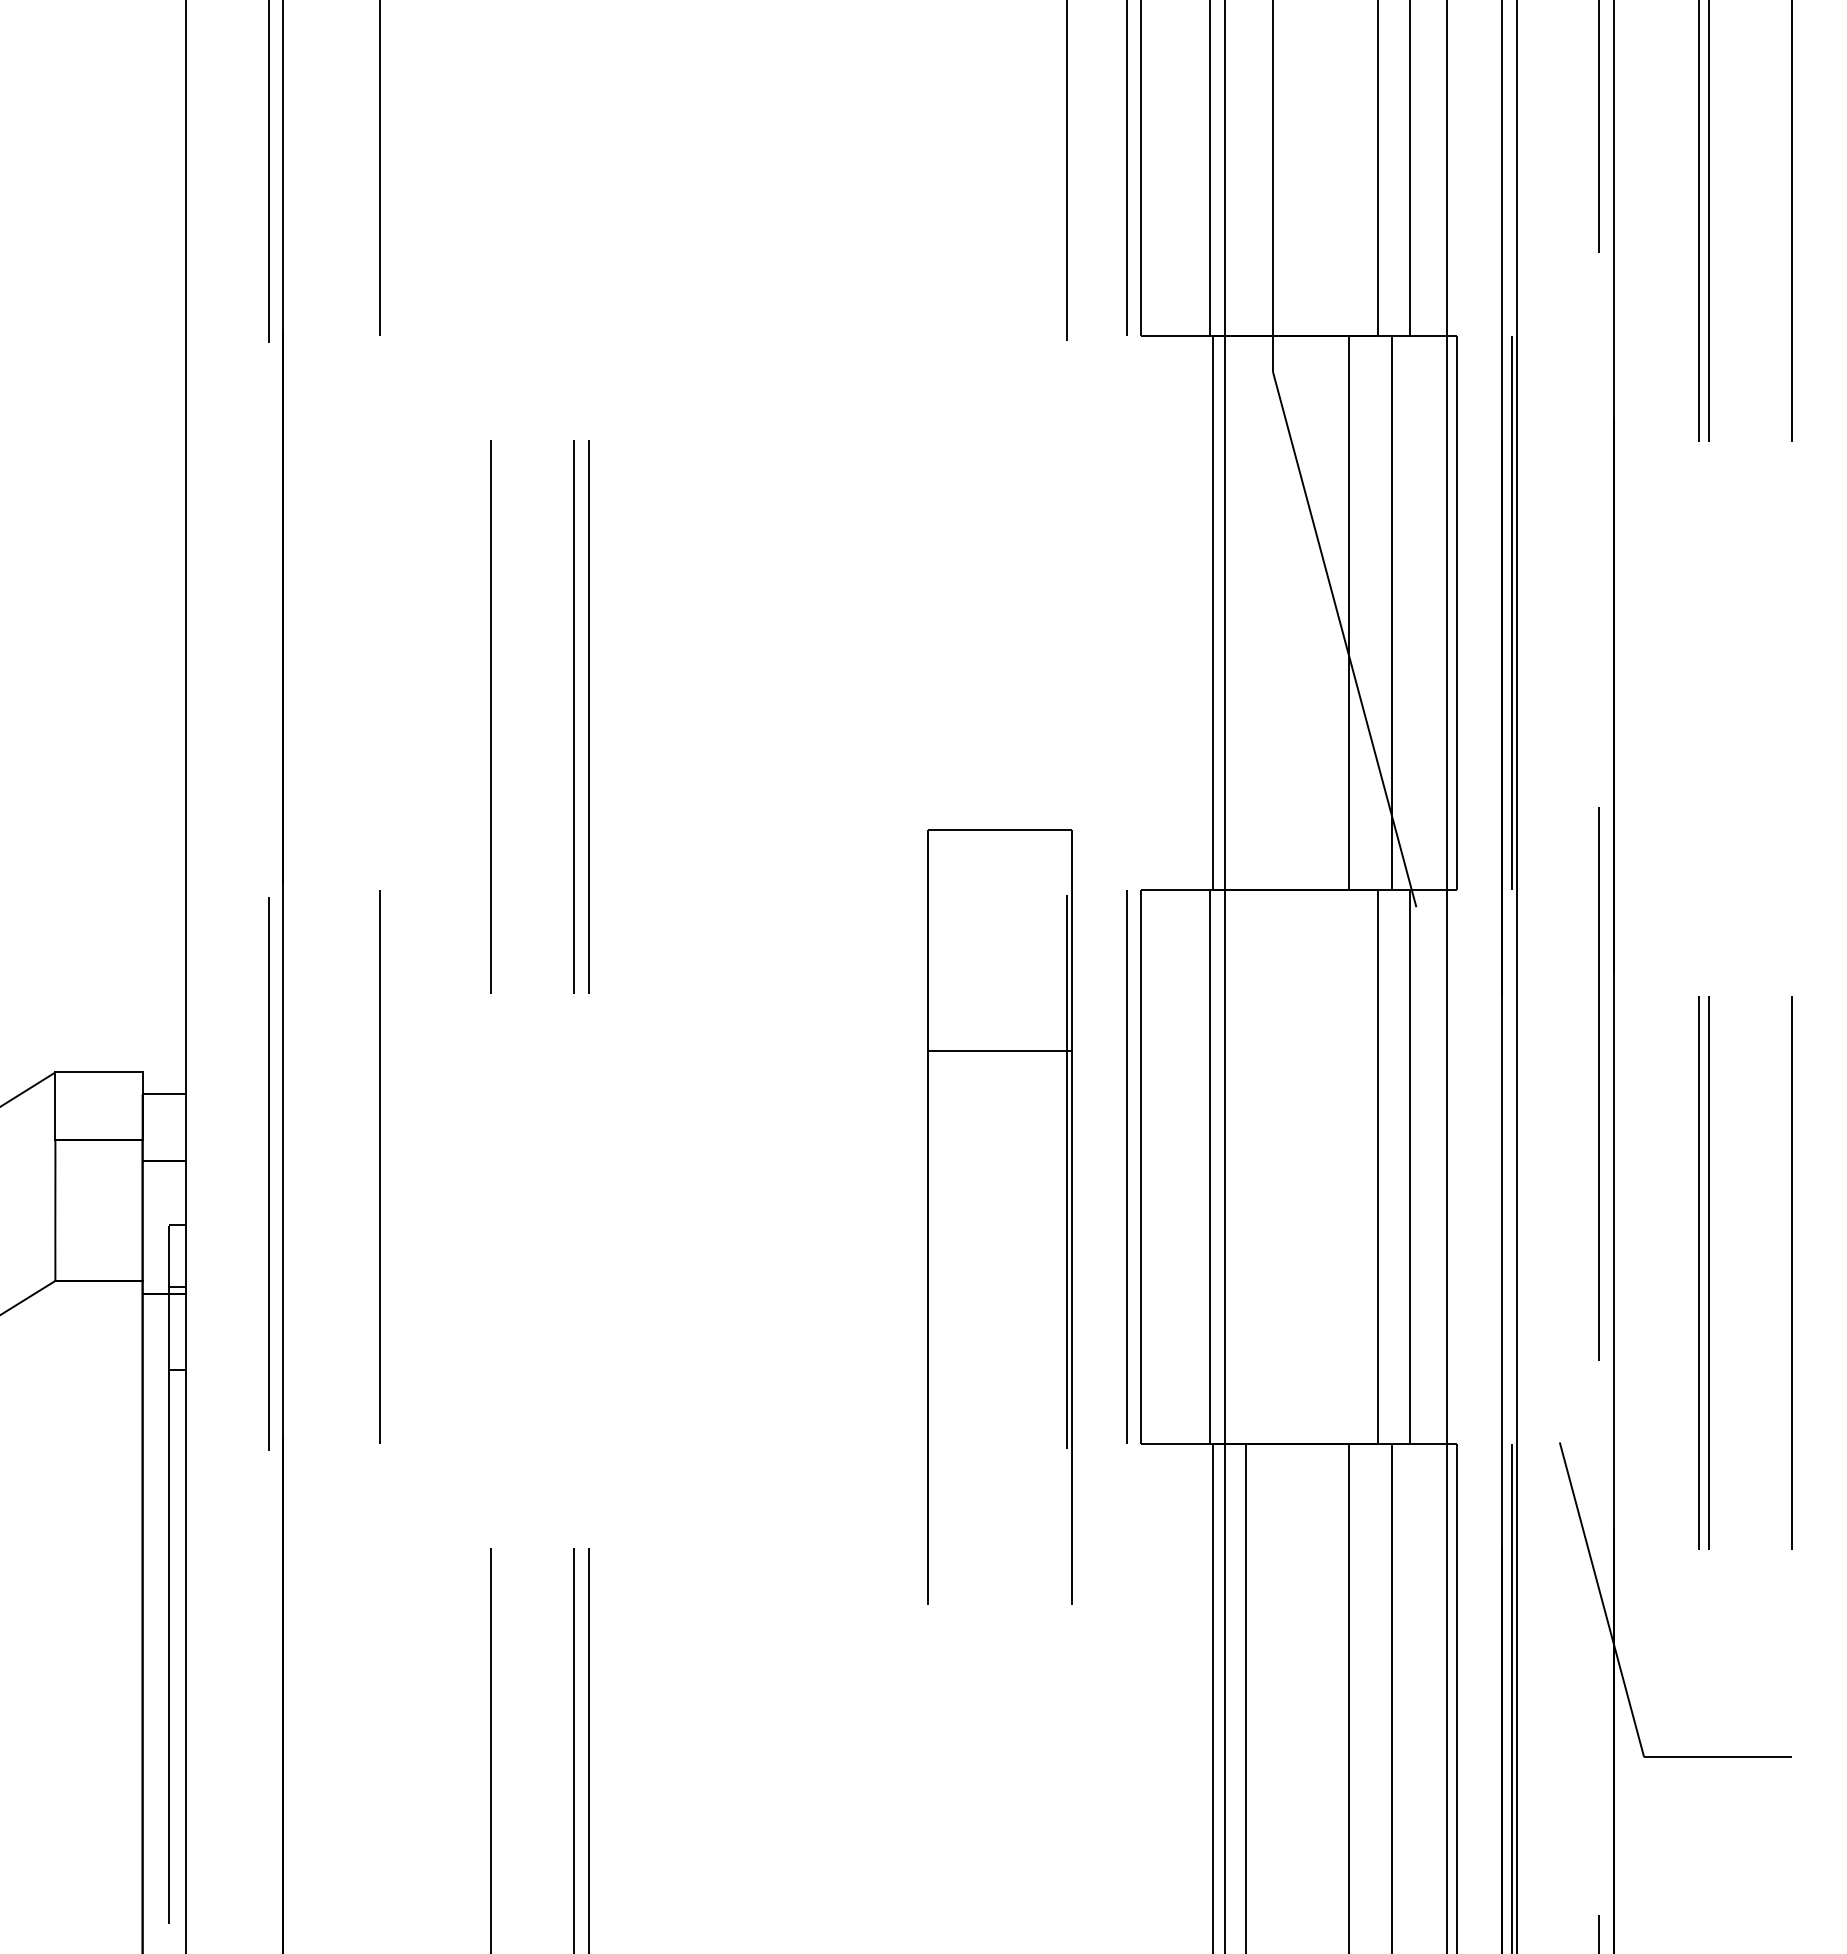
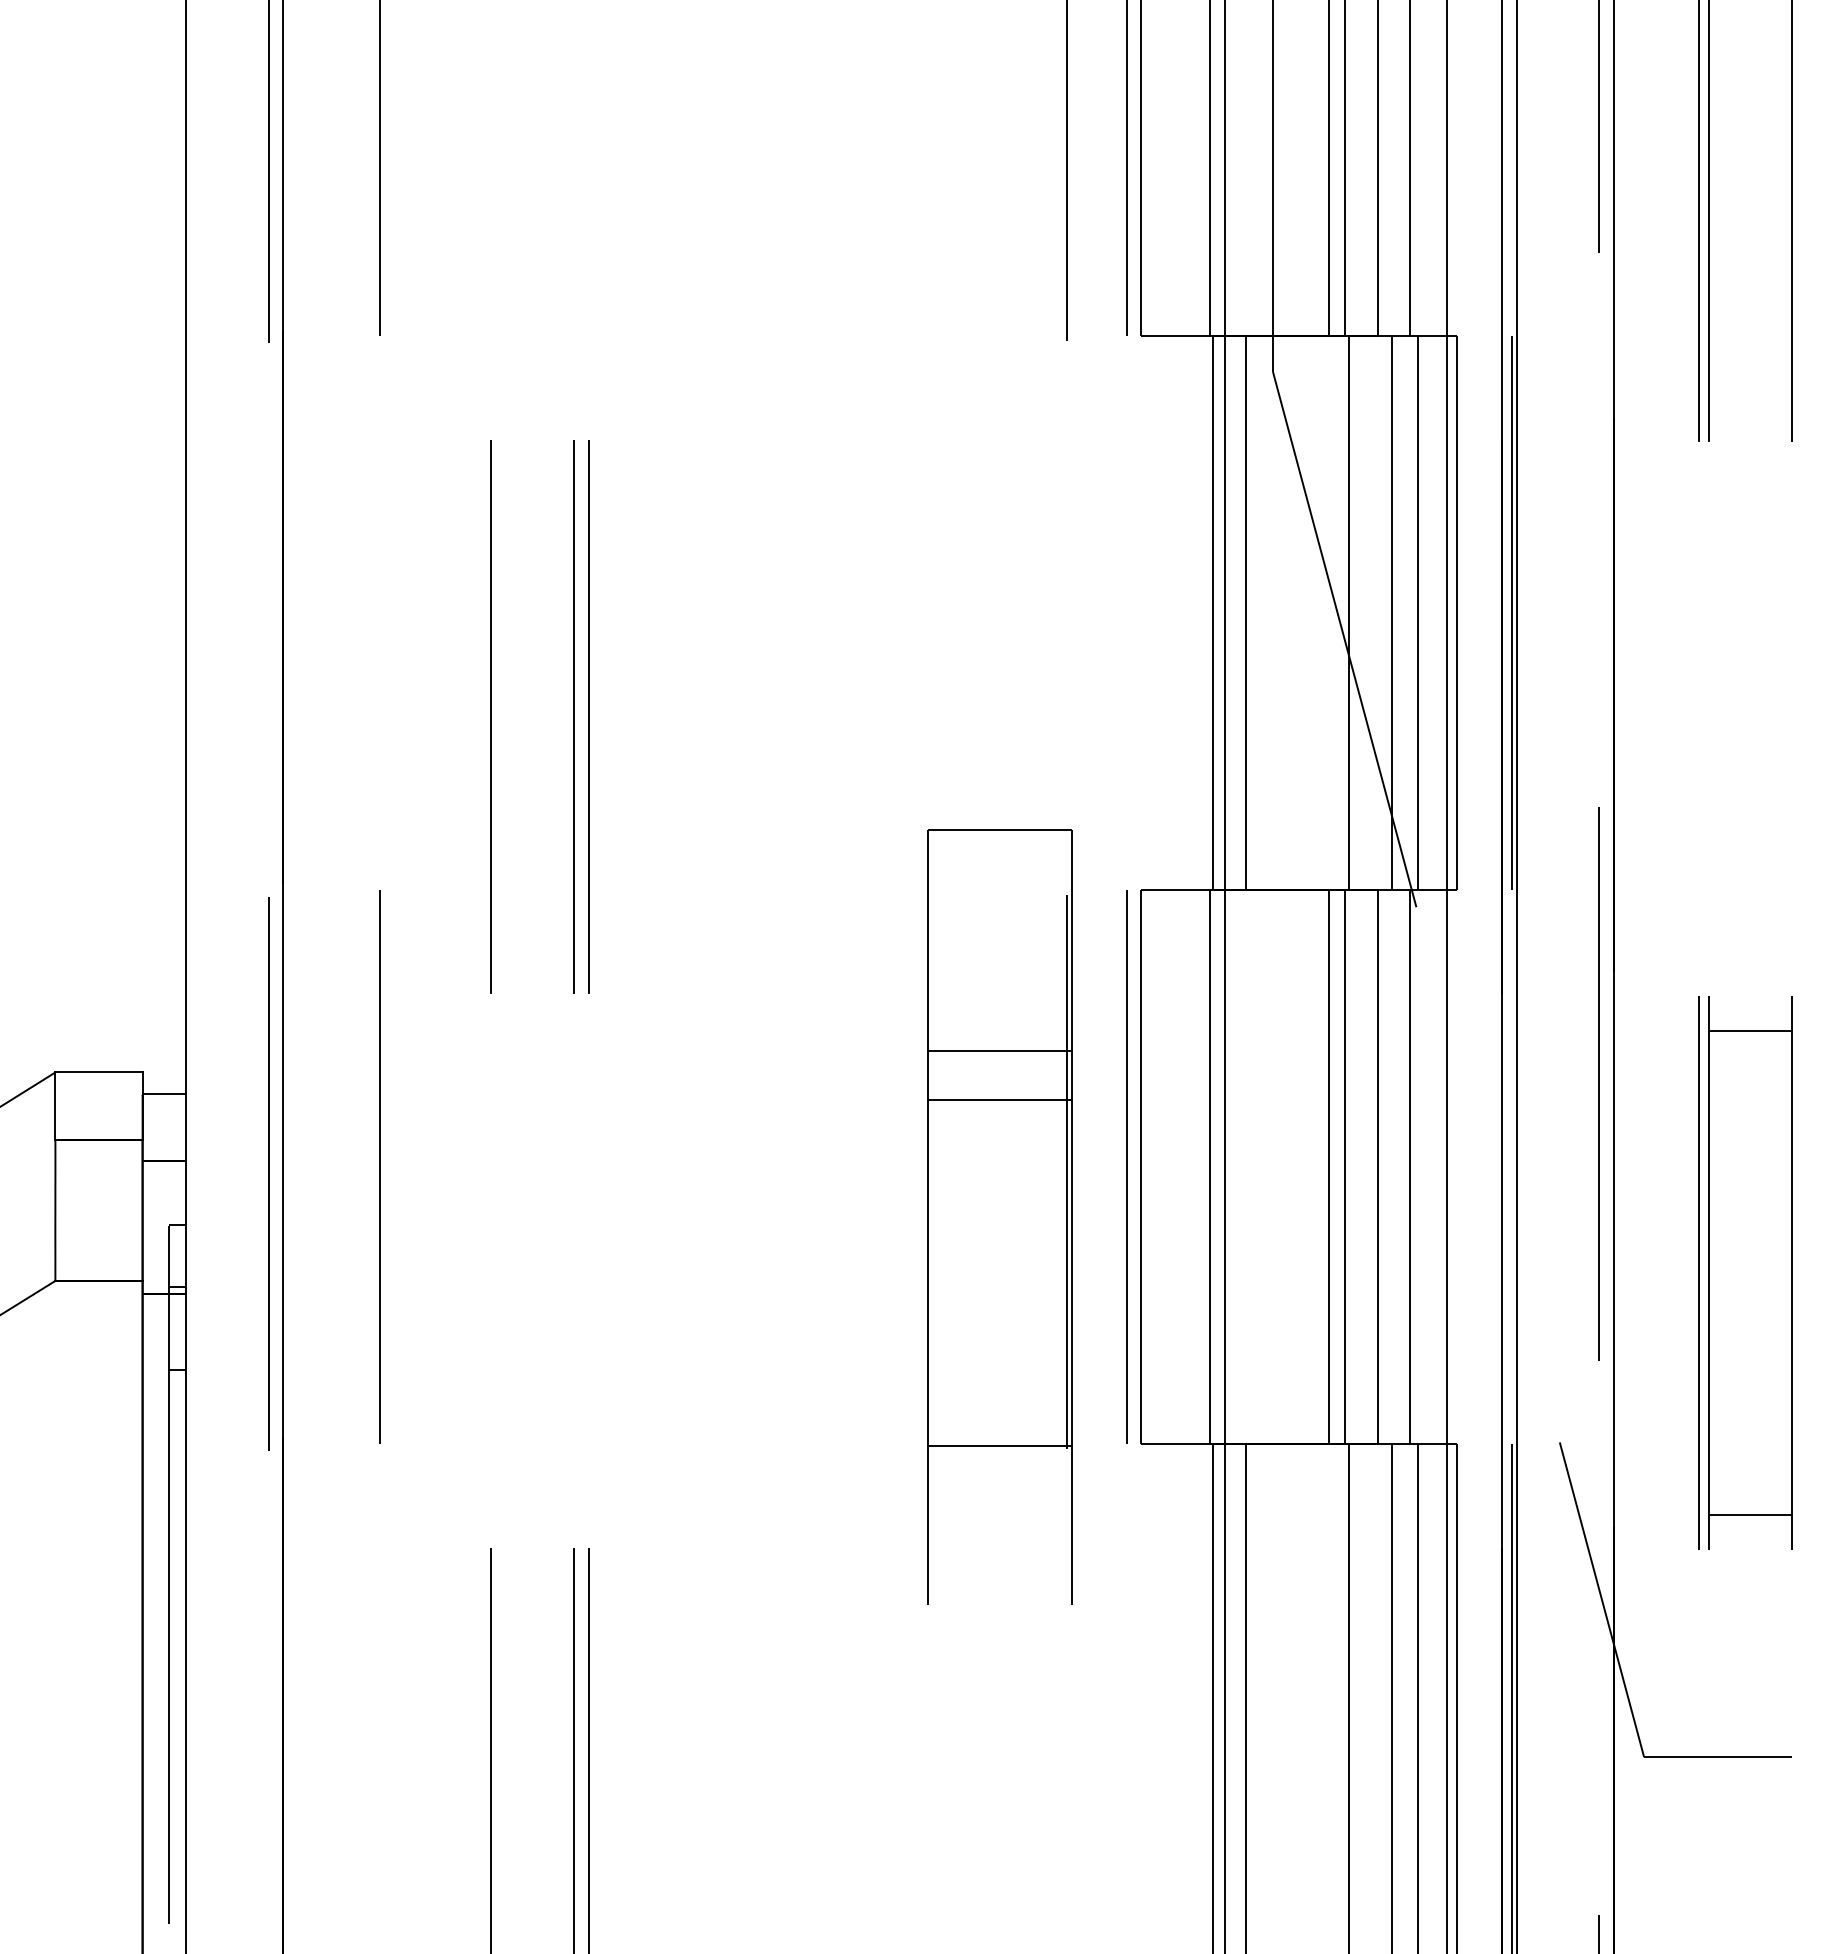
line at (1328, 168): none -> present
line at (1344, 168): none -> present
line at (1246, 612): none -> present
line at (1418, 612): none -> present
line at (1749, 1030): none -> present
line at (999, 1099): none -> present
line at (1328, 1166): none -> present
line at (1344, 1166): none -> present
line at (999, 1446): none -> present
line at (1749, 1515): none -> present
line at (1418, 1696): none -> present
